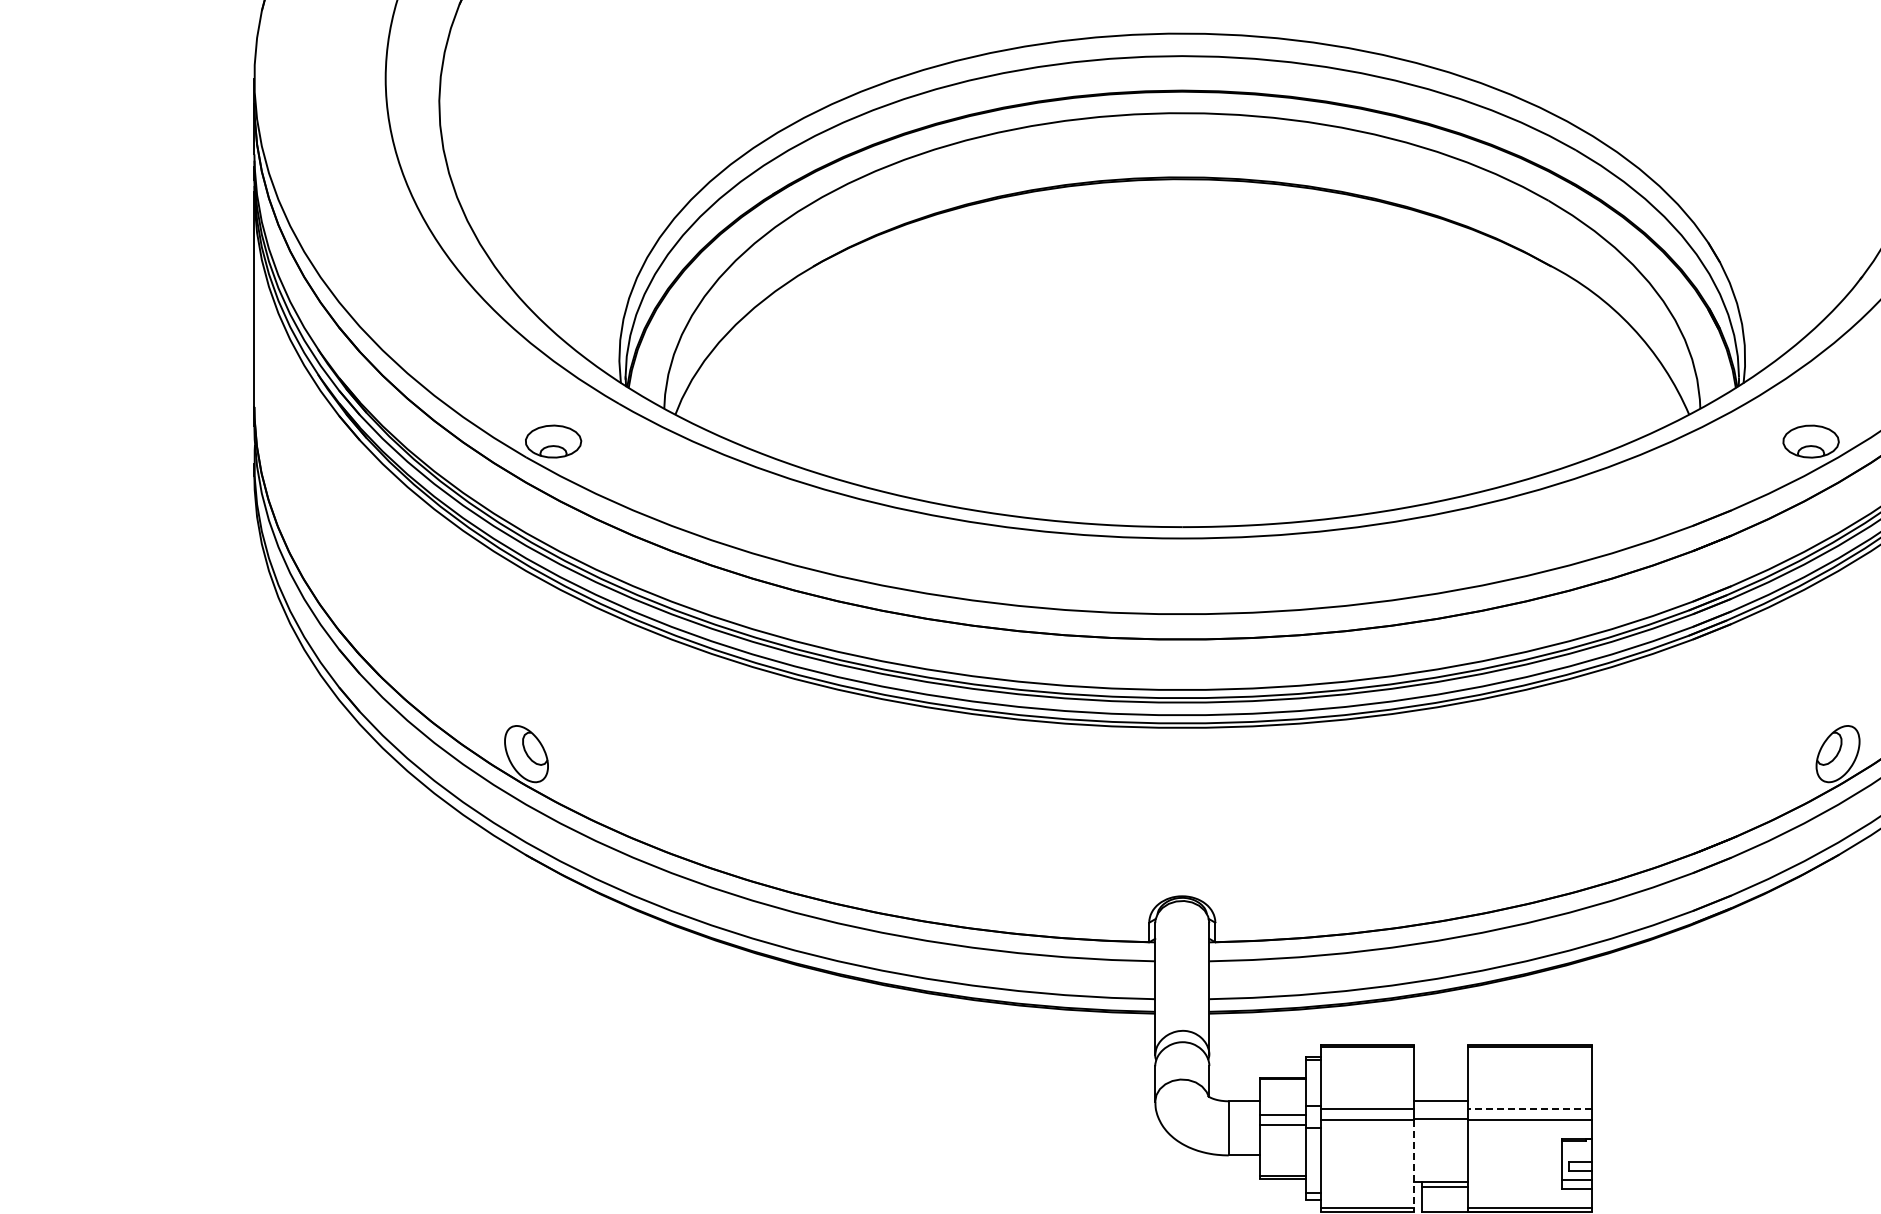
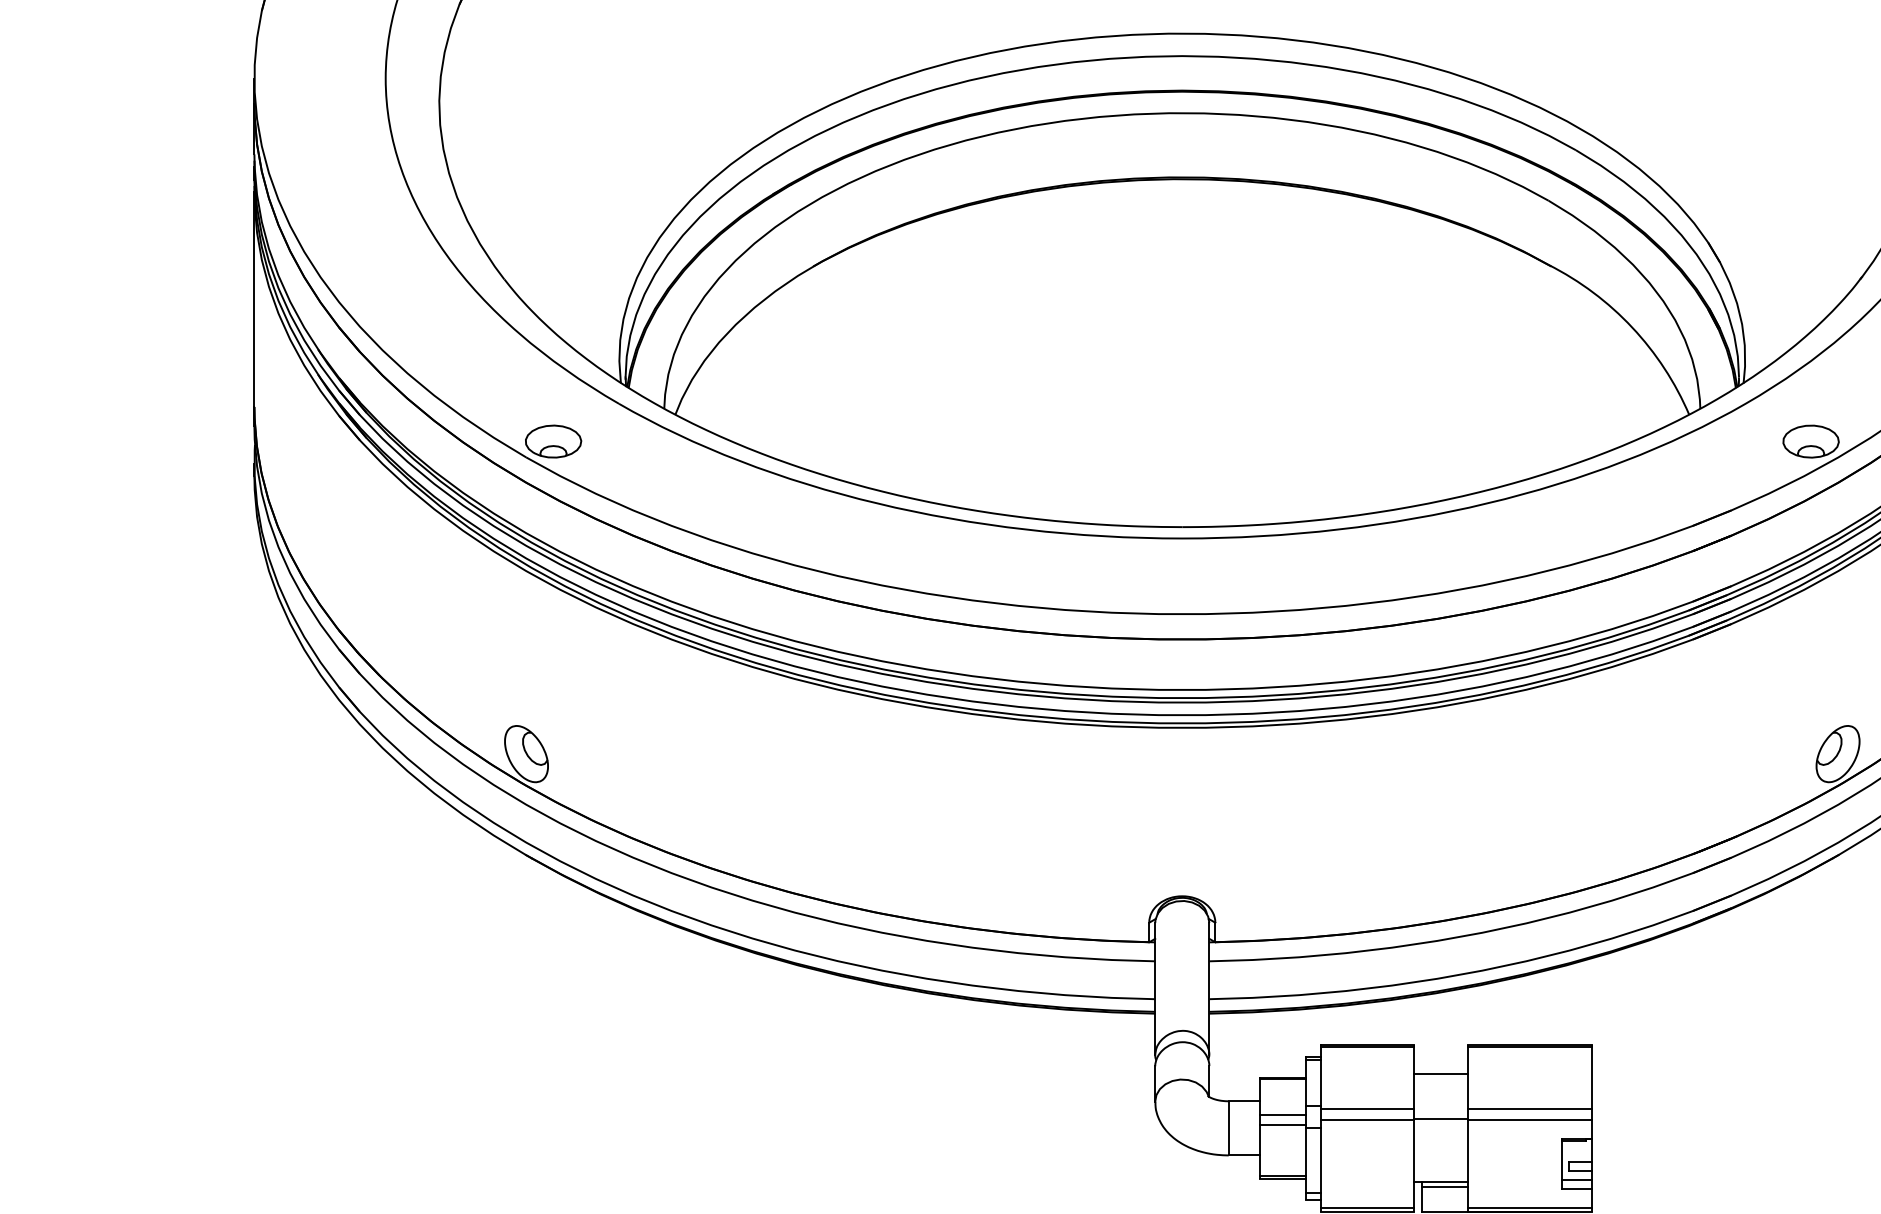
line at (1441, 1101) position: (1441, 1101) -> (1441, 1074)
line at (1530, 1109): dashed -> solid
line at (1414, 1164): dashed -> solid
